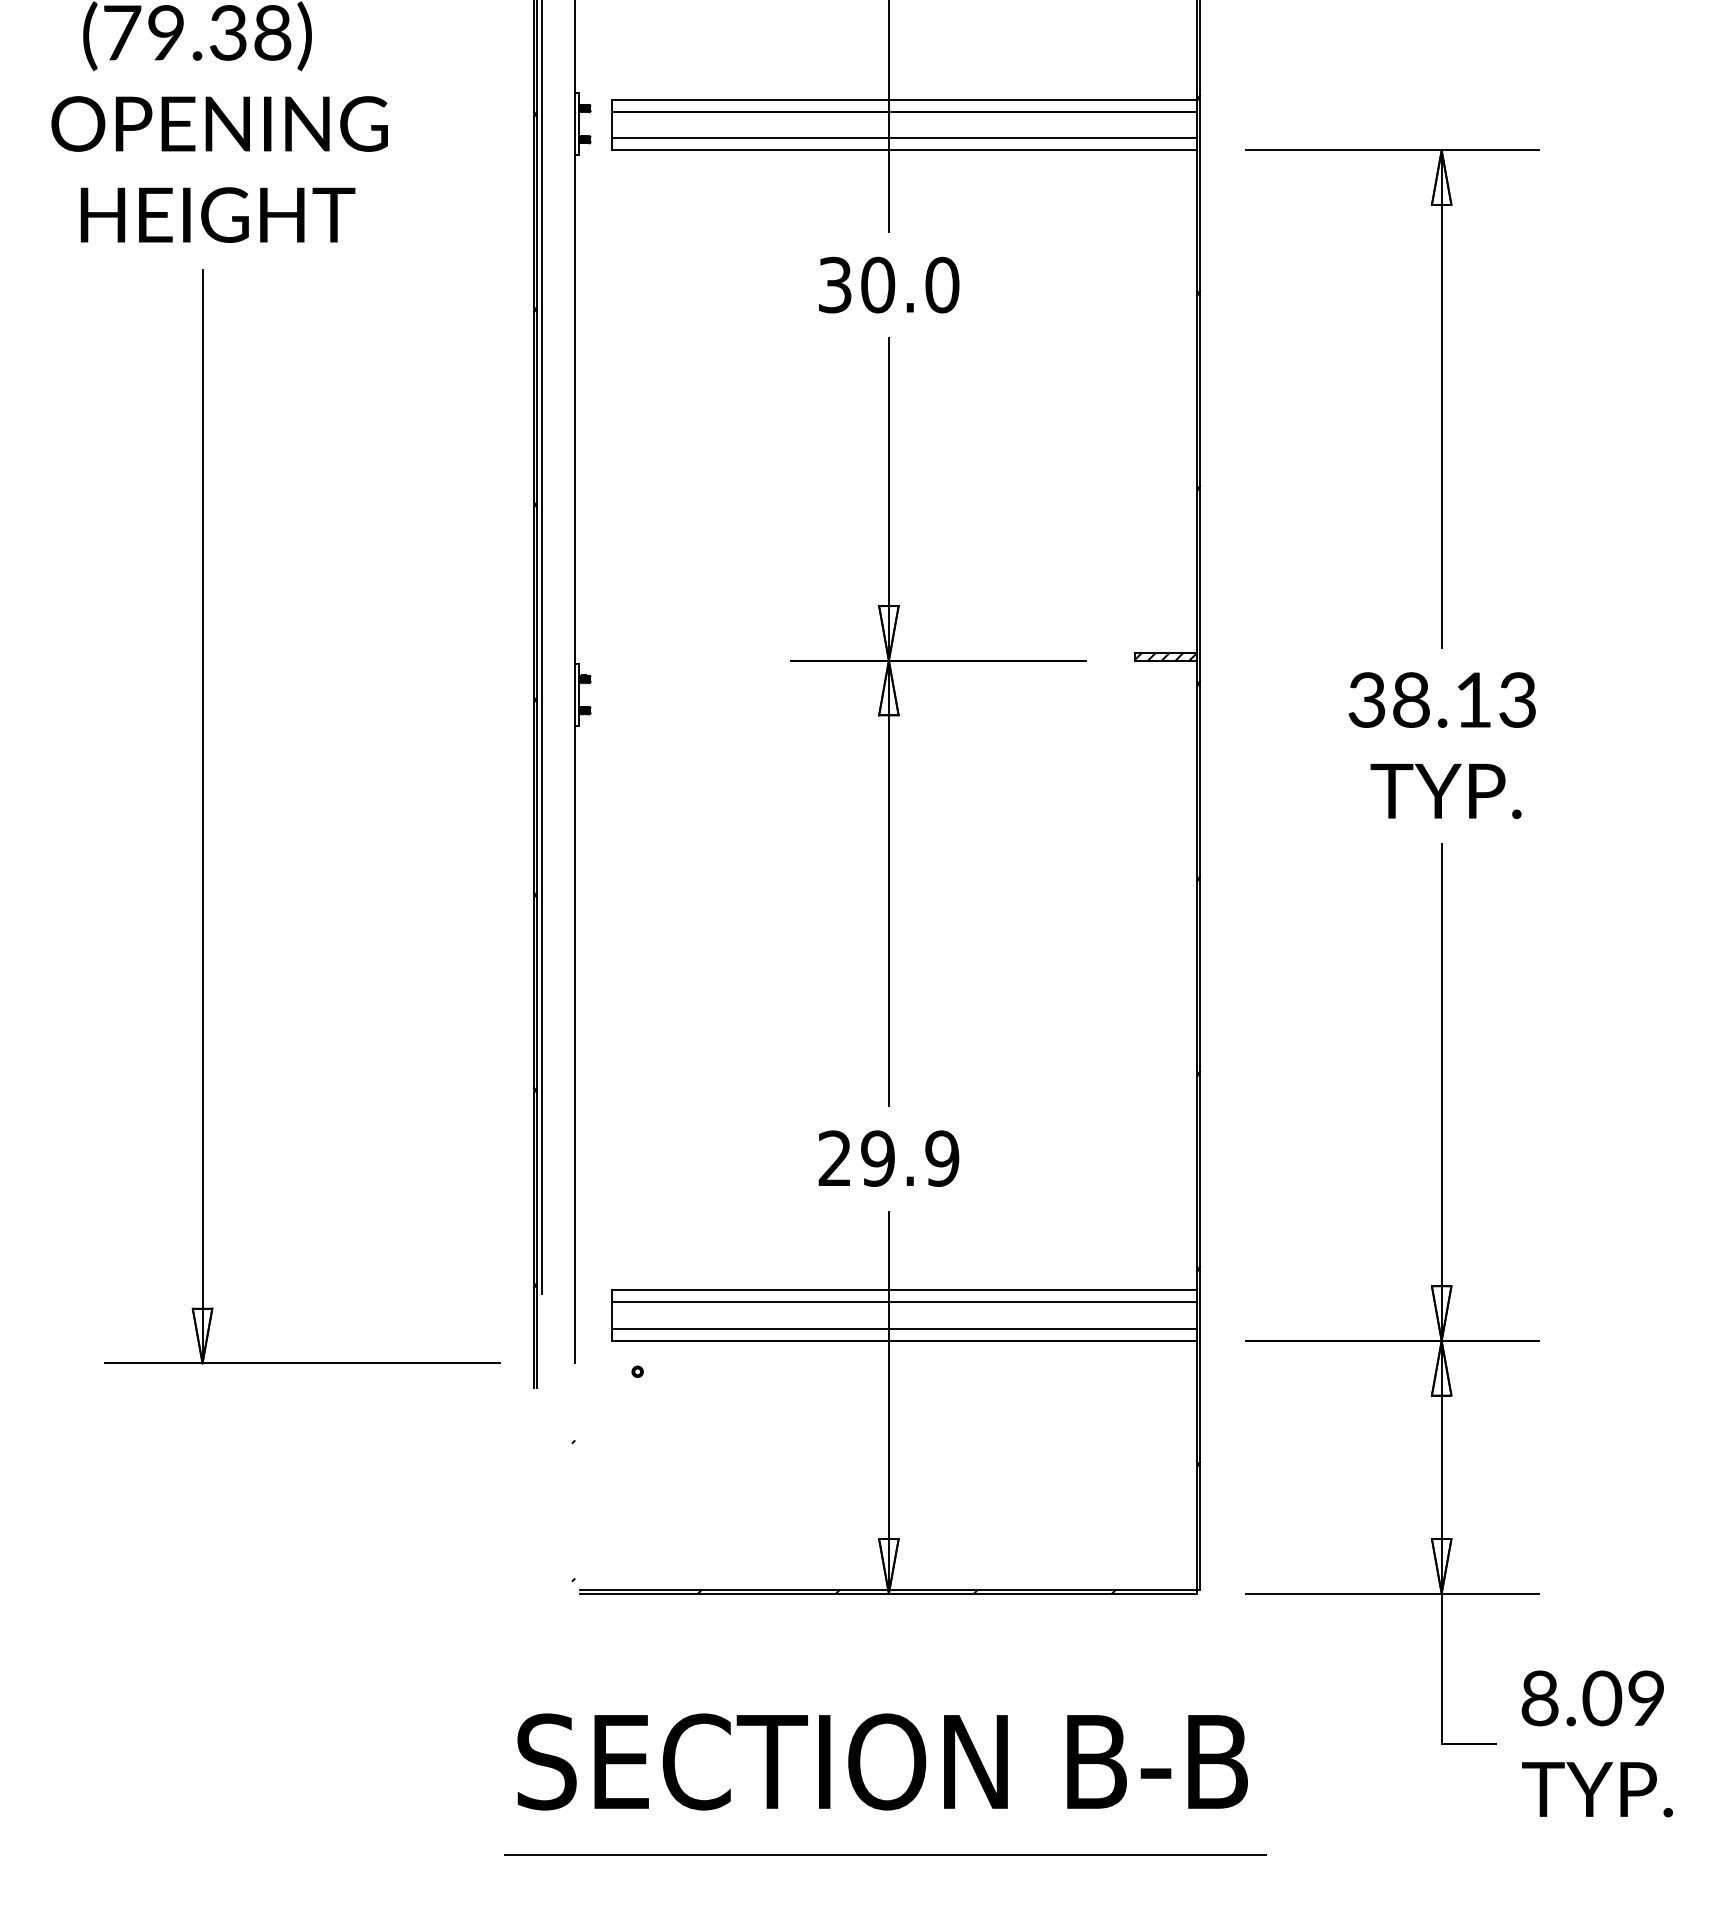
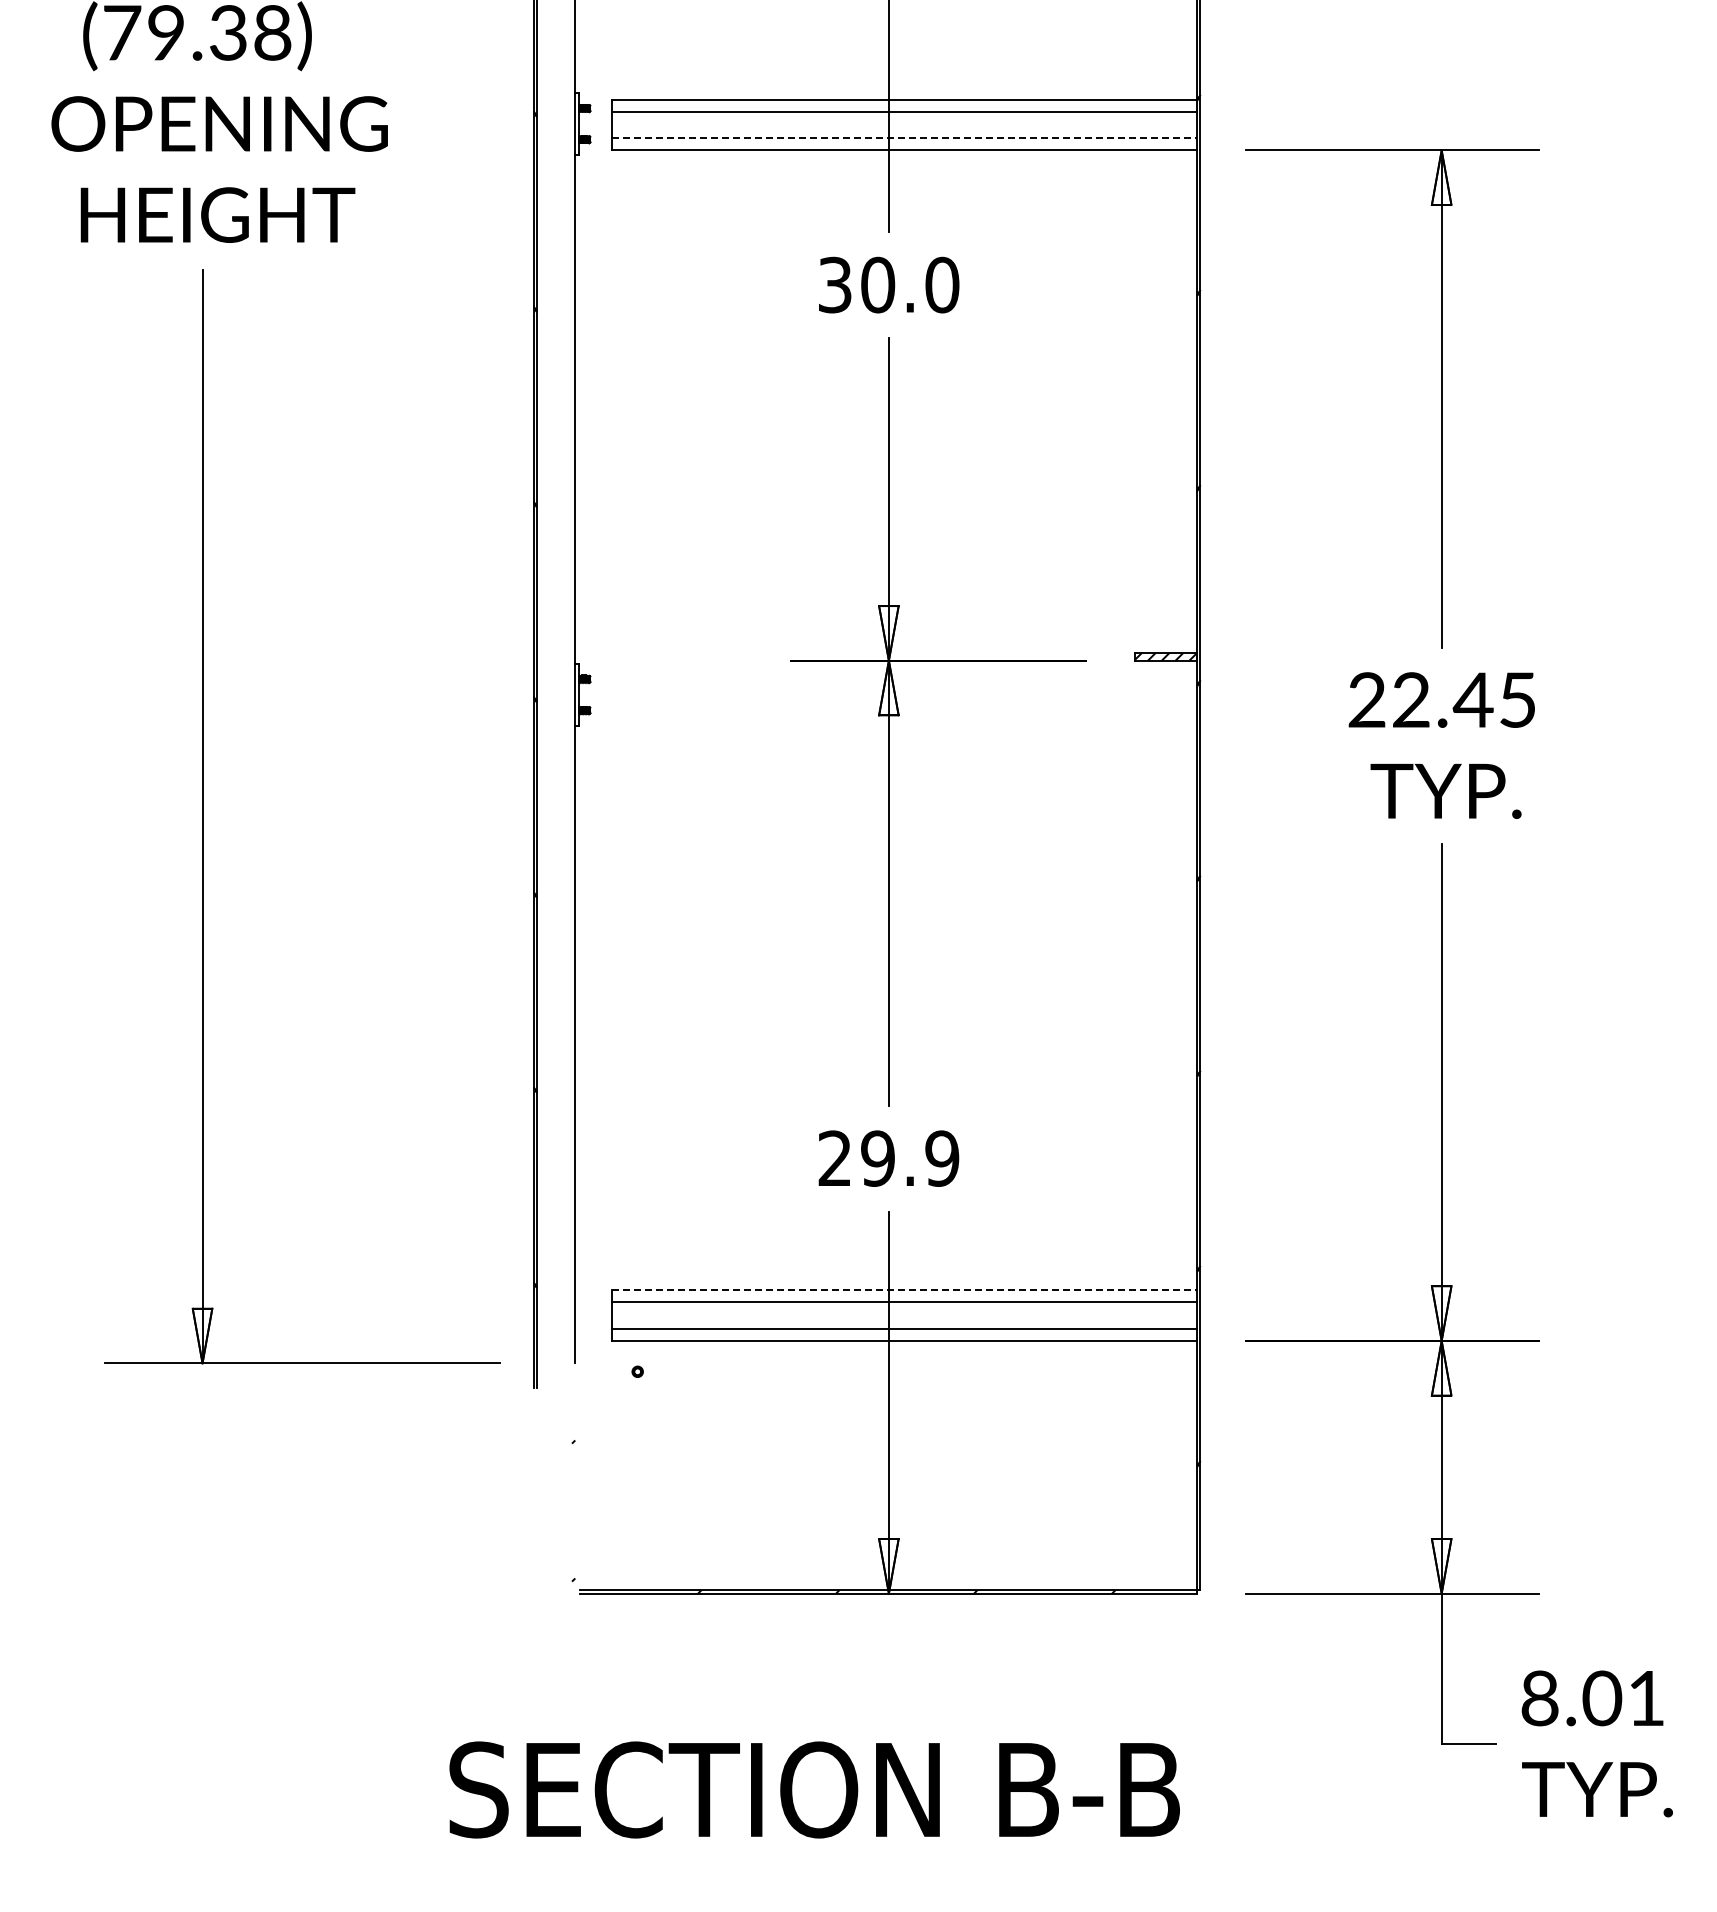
line at (904, 138): solid -> dashed
line at (541, 647): present -> none
text at (1441, 699): 38.13 -> 22.45
line at (904, 1290): solid -> dashed
text at (1645, 1697): 8.09 -> 8.01
text at (882, 1761) position: (882, 1761) -> (814, 1789)
line at (885, 1854): present -> none
